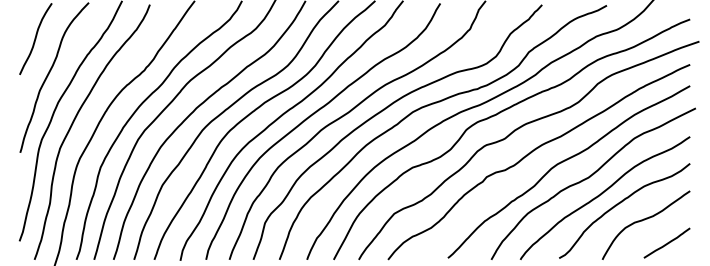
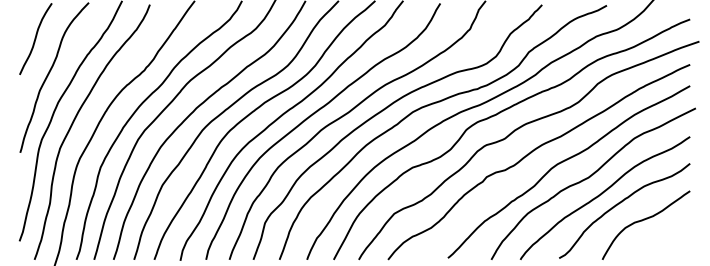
line at (667, 242): present -> none
